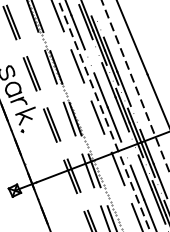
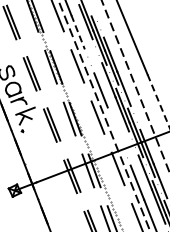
line at (78, 32): solid -> dashed
line at (158, 101): solid -> dashed
line at (114, 124): present -> none
